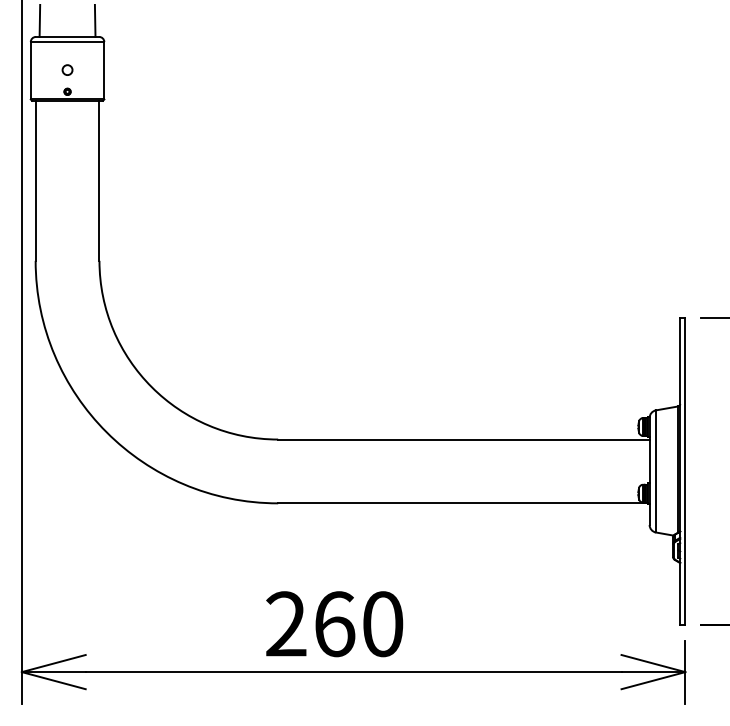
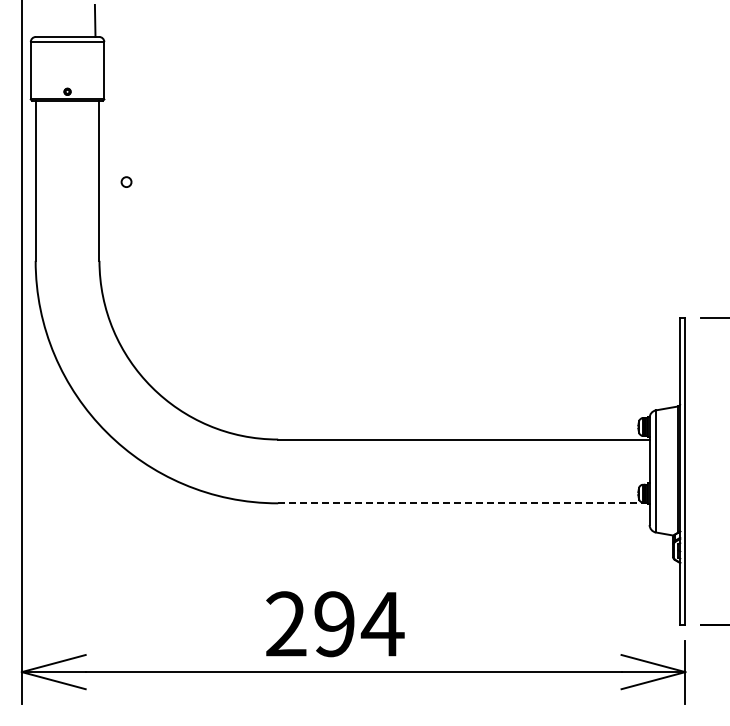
line at (39, 20): present -> none
circle at (67, 69) position: (67, 69) -> (126, 181)
line at (462, 503): solid -> dashed
text at (359, 624): 260 -> 294
